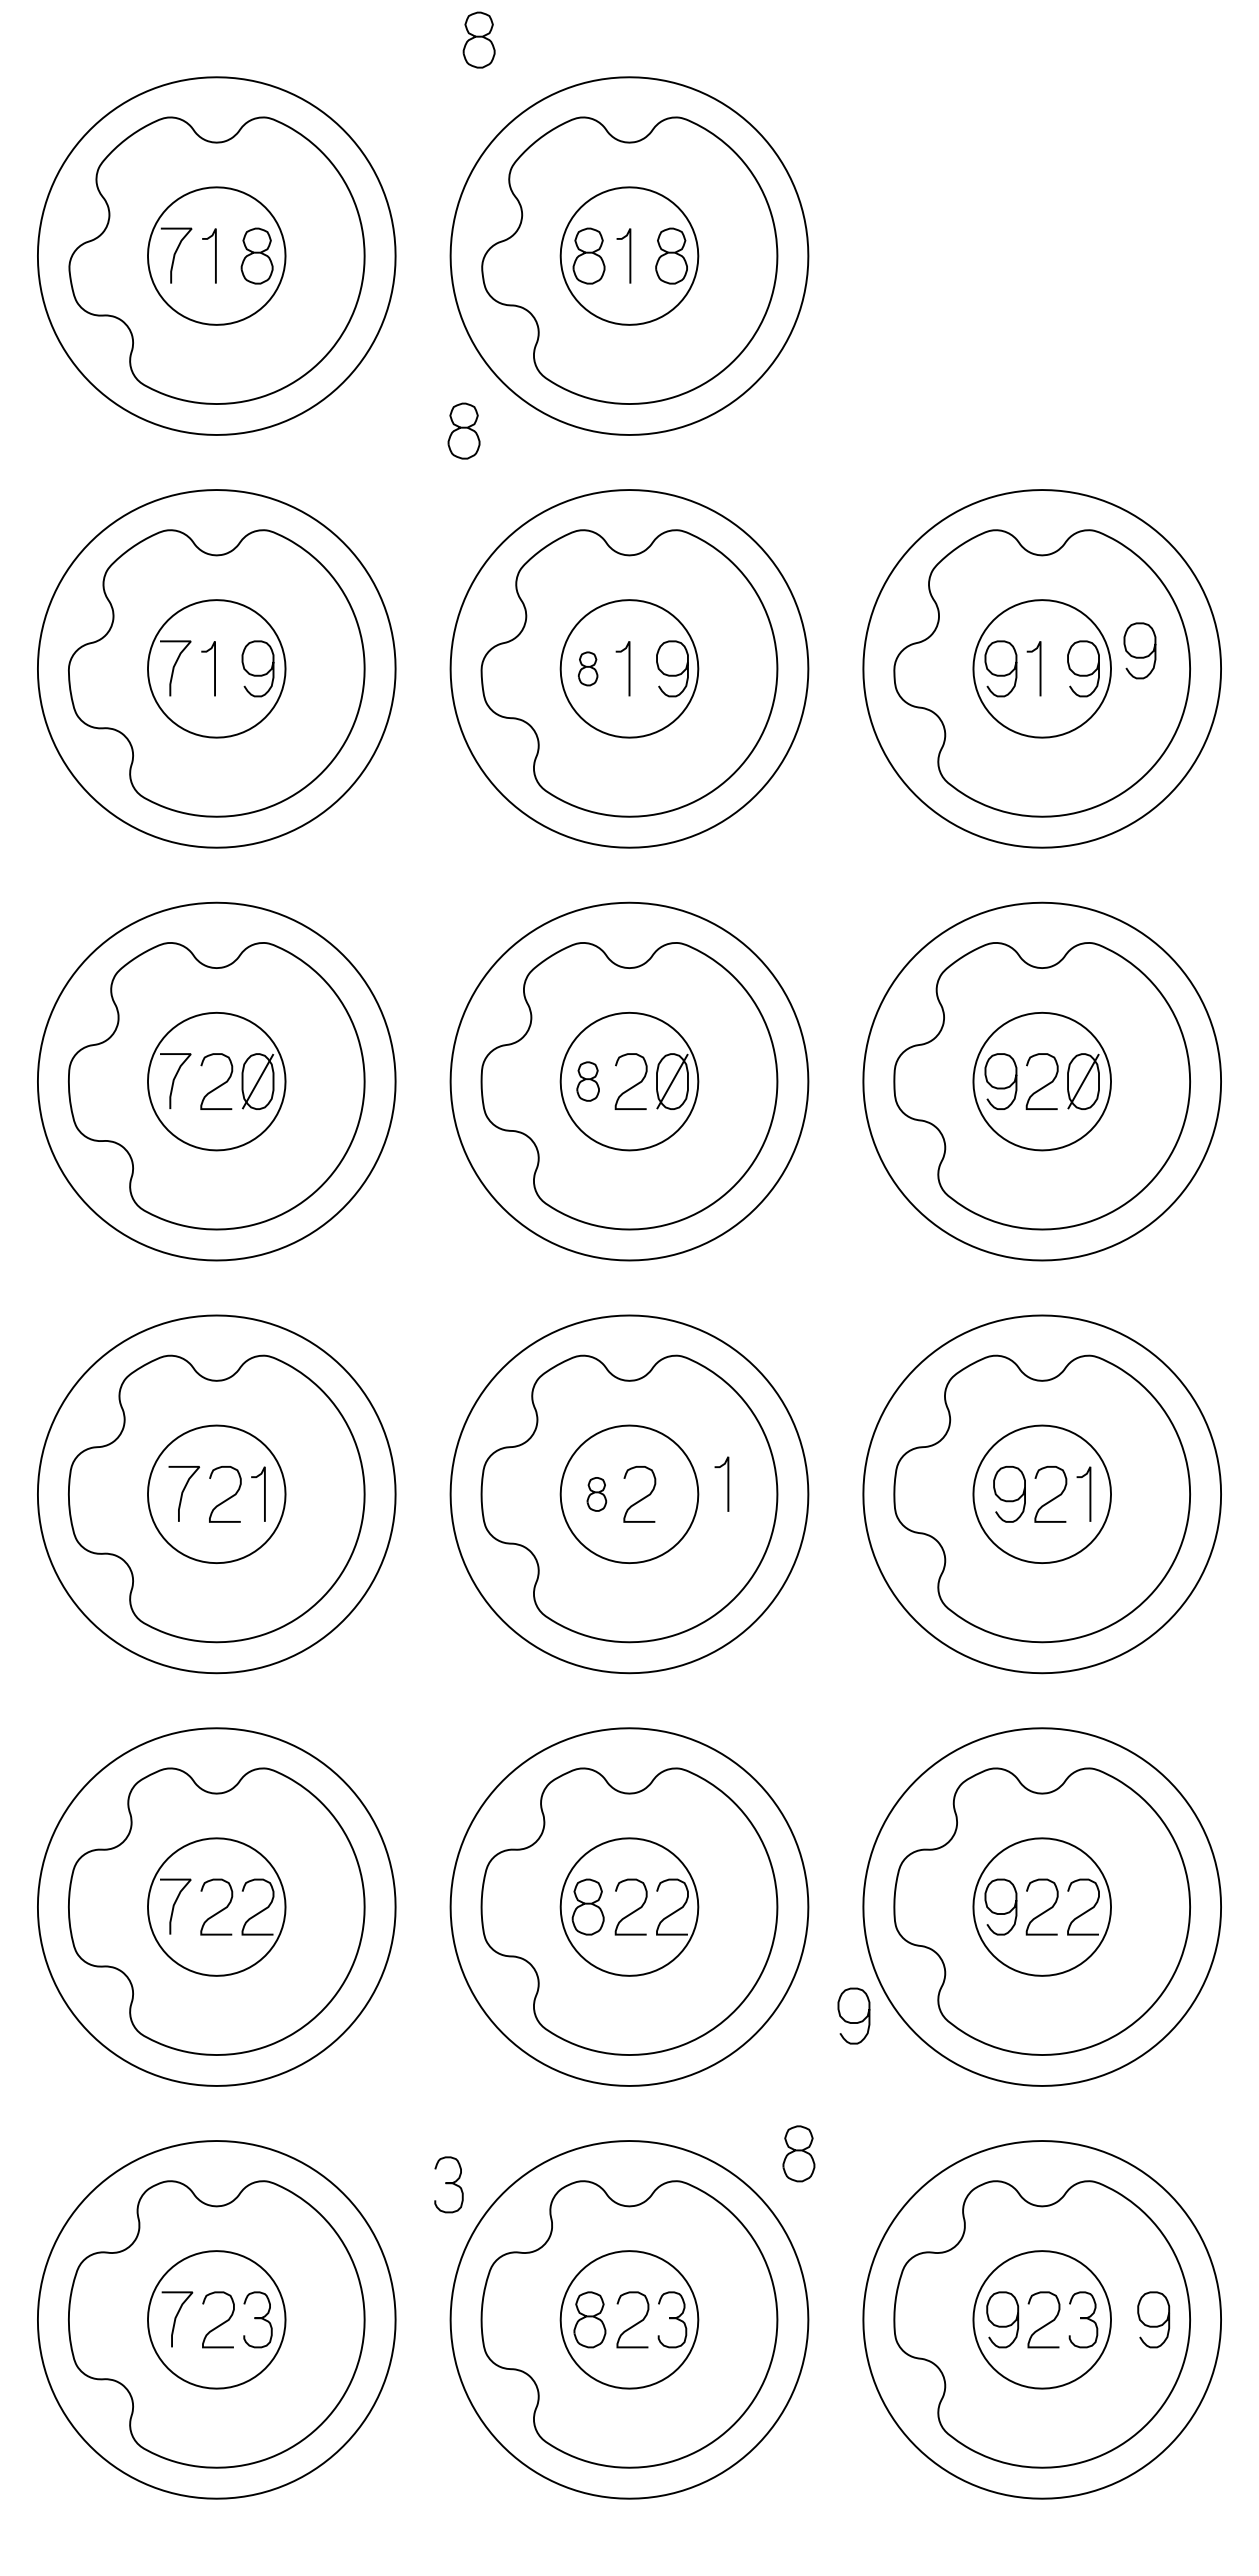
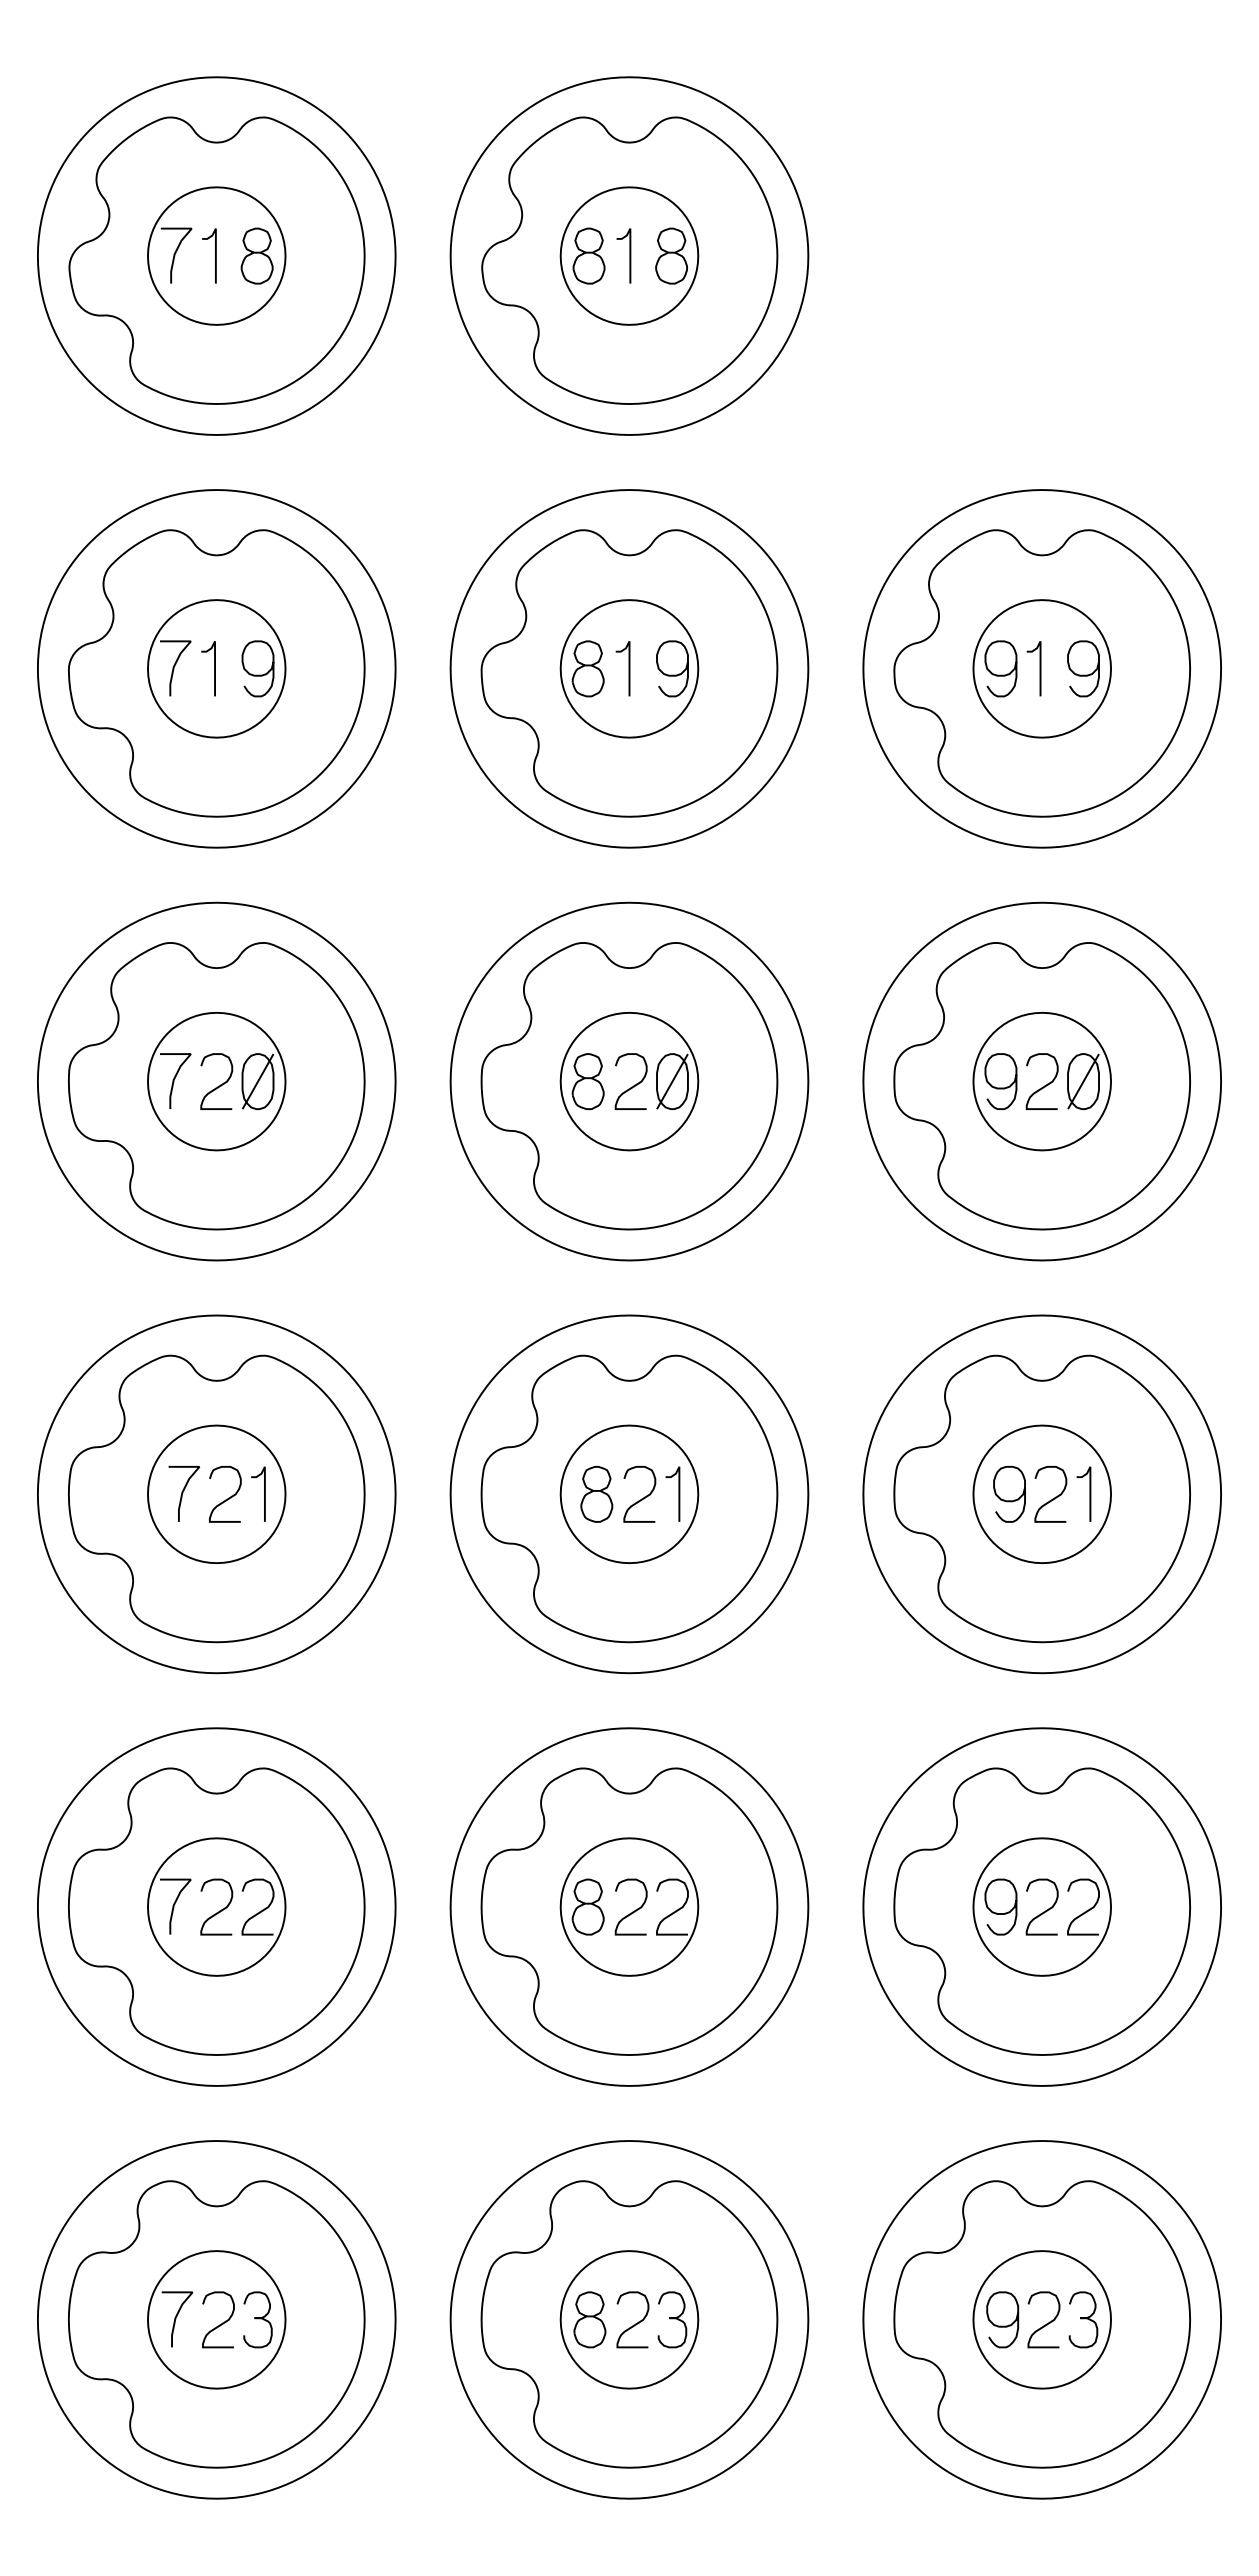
part at (478, 39): present -> none
part at (463, 430): present -> none
curve at (1139, 656): present -> none
part at (588, 668) size: 21x36 px -> 34x58 px
part at (587, 1081) size: 24x41 px -> 34x57 px
curve at (727, 1483) position: (727, 1483) -> (678, 1493)
part at (596, 1494) size: 22x35 px -> 34x57 px
curve at (853, 2022): present -> none
part at (798, 2153): present -> none
curve at (448, 2184): present -> none
curve at (1153, 2325): present -> none
